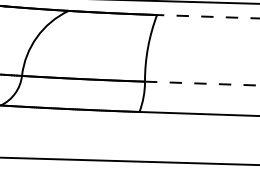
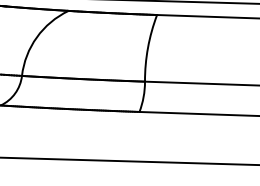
line at (208, 16): dashed -> solid
line at (202, 83): dashed -> solid
